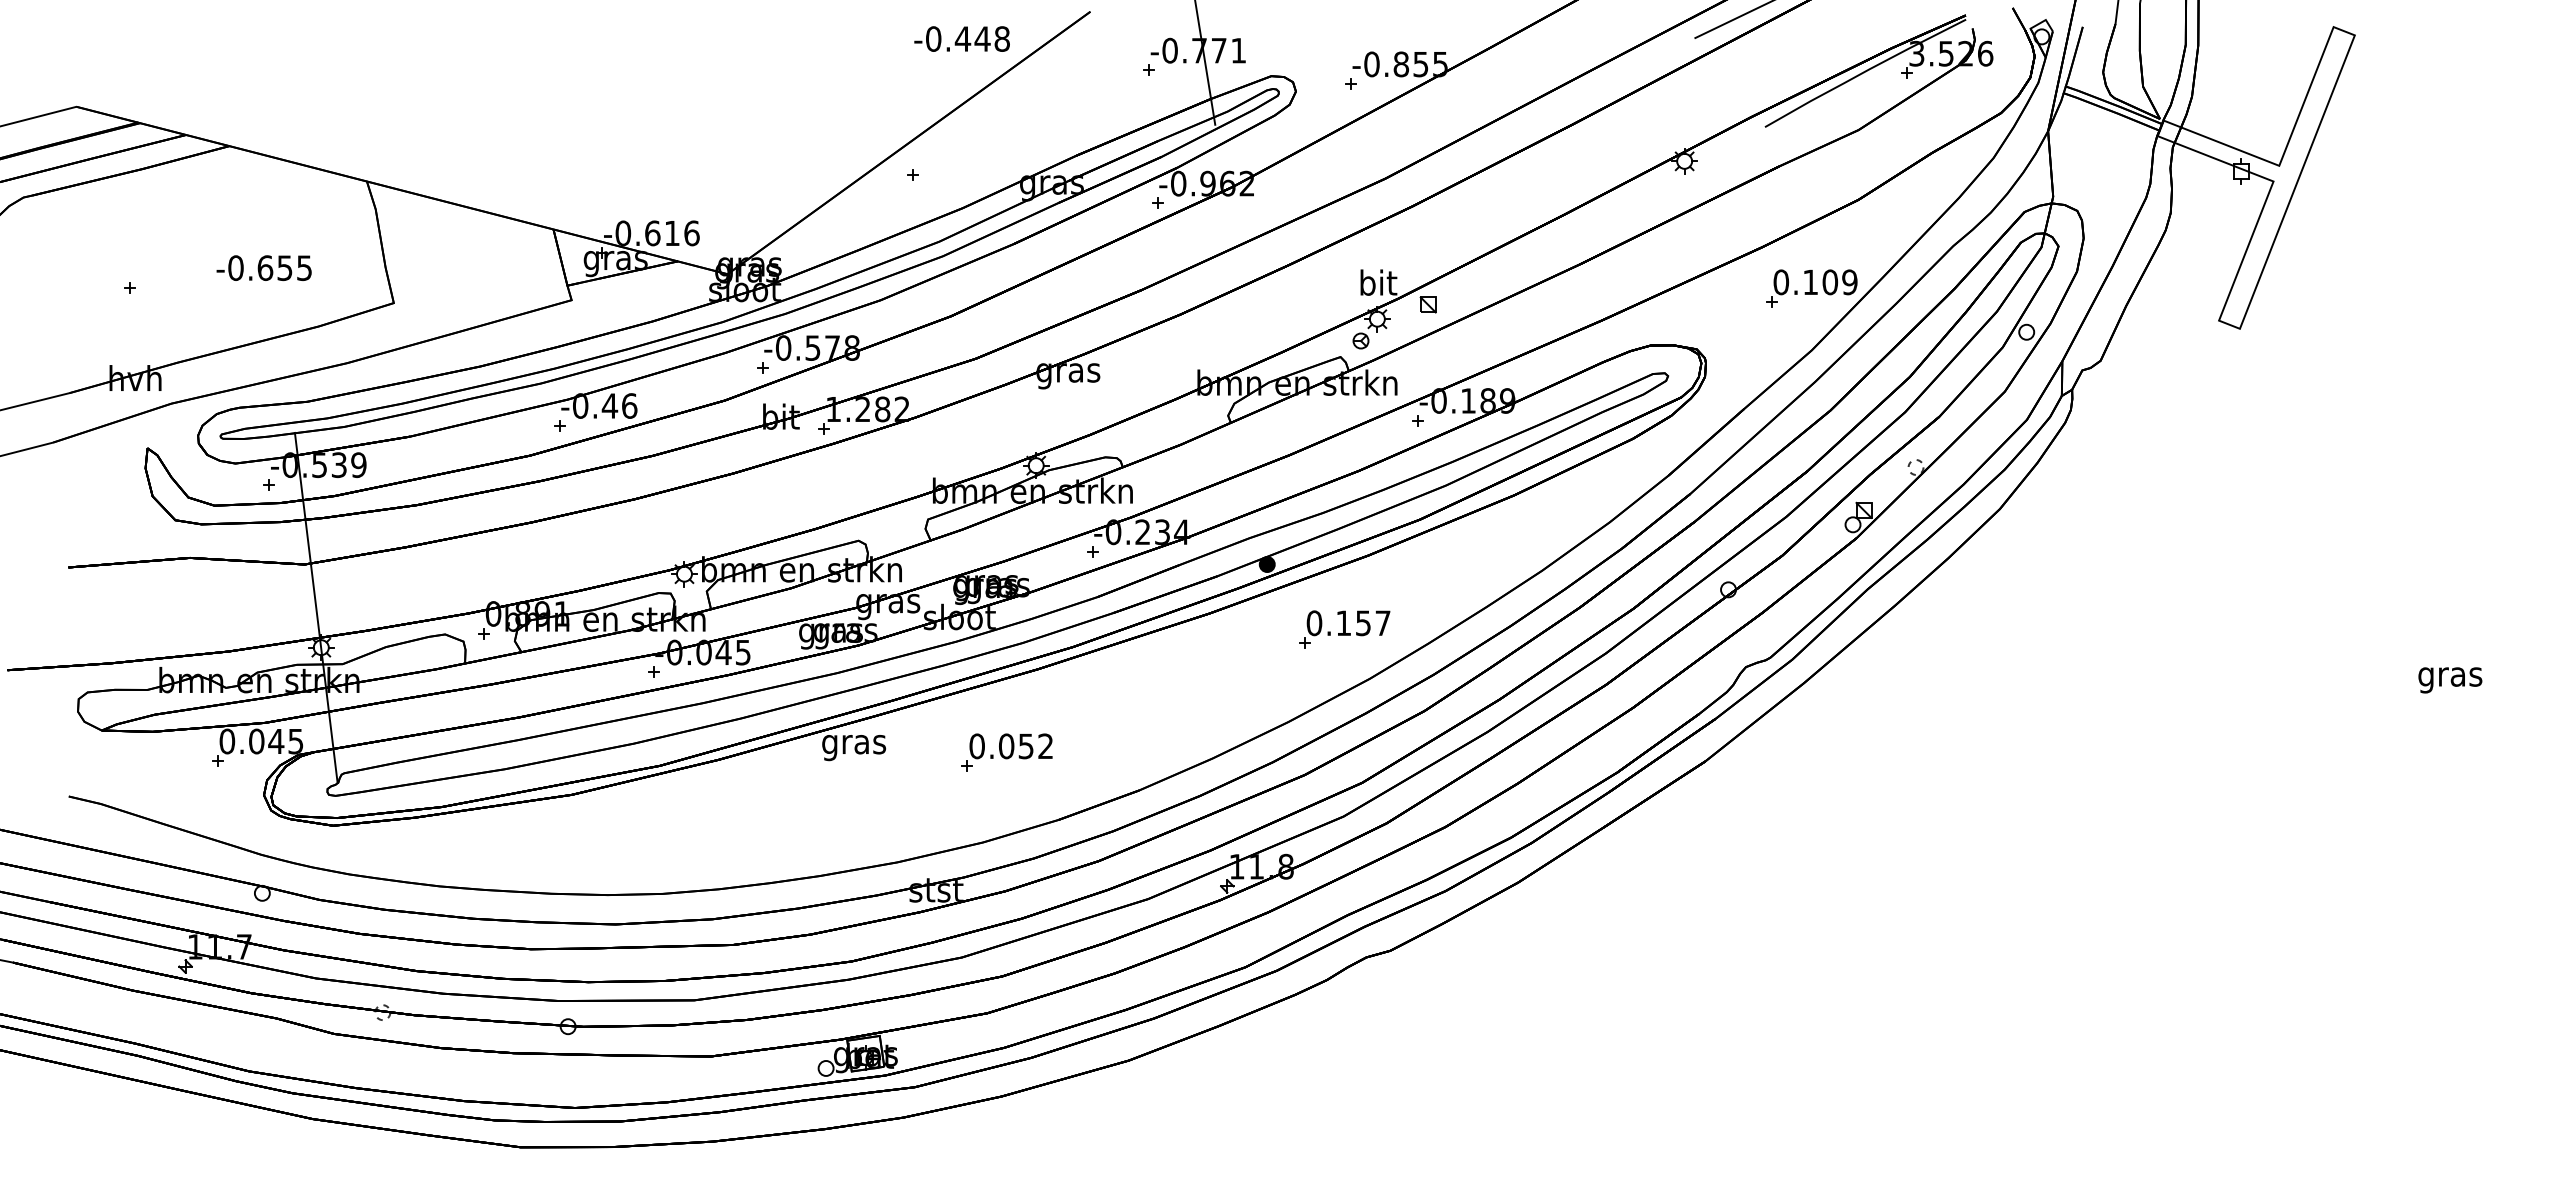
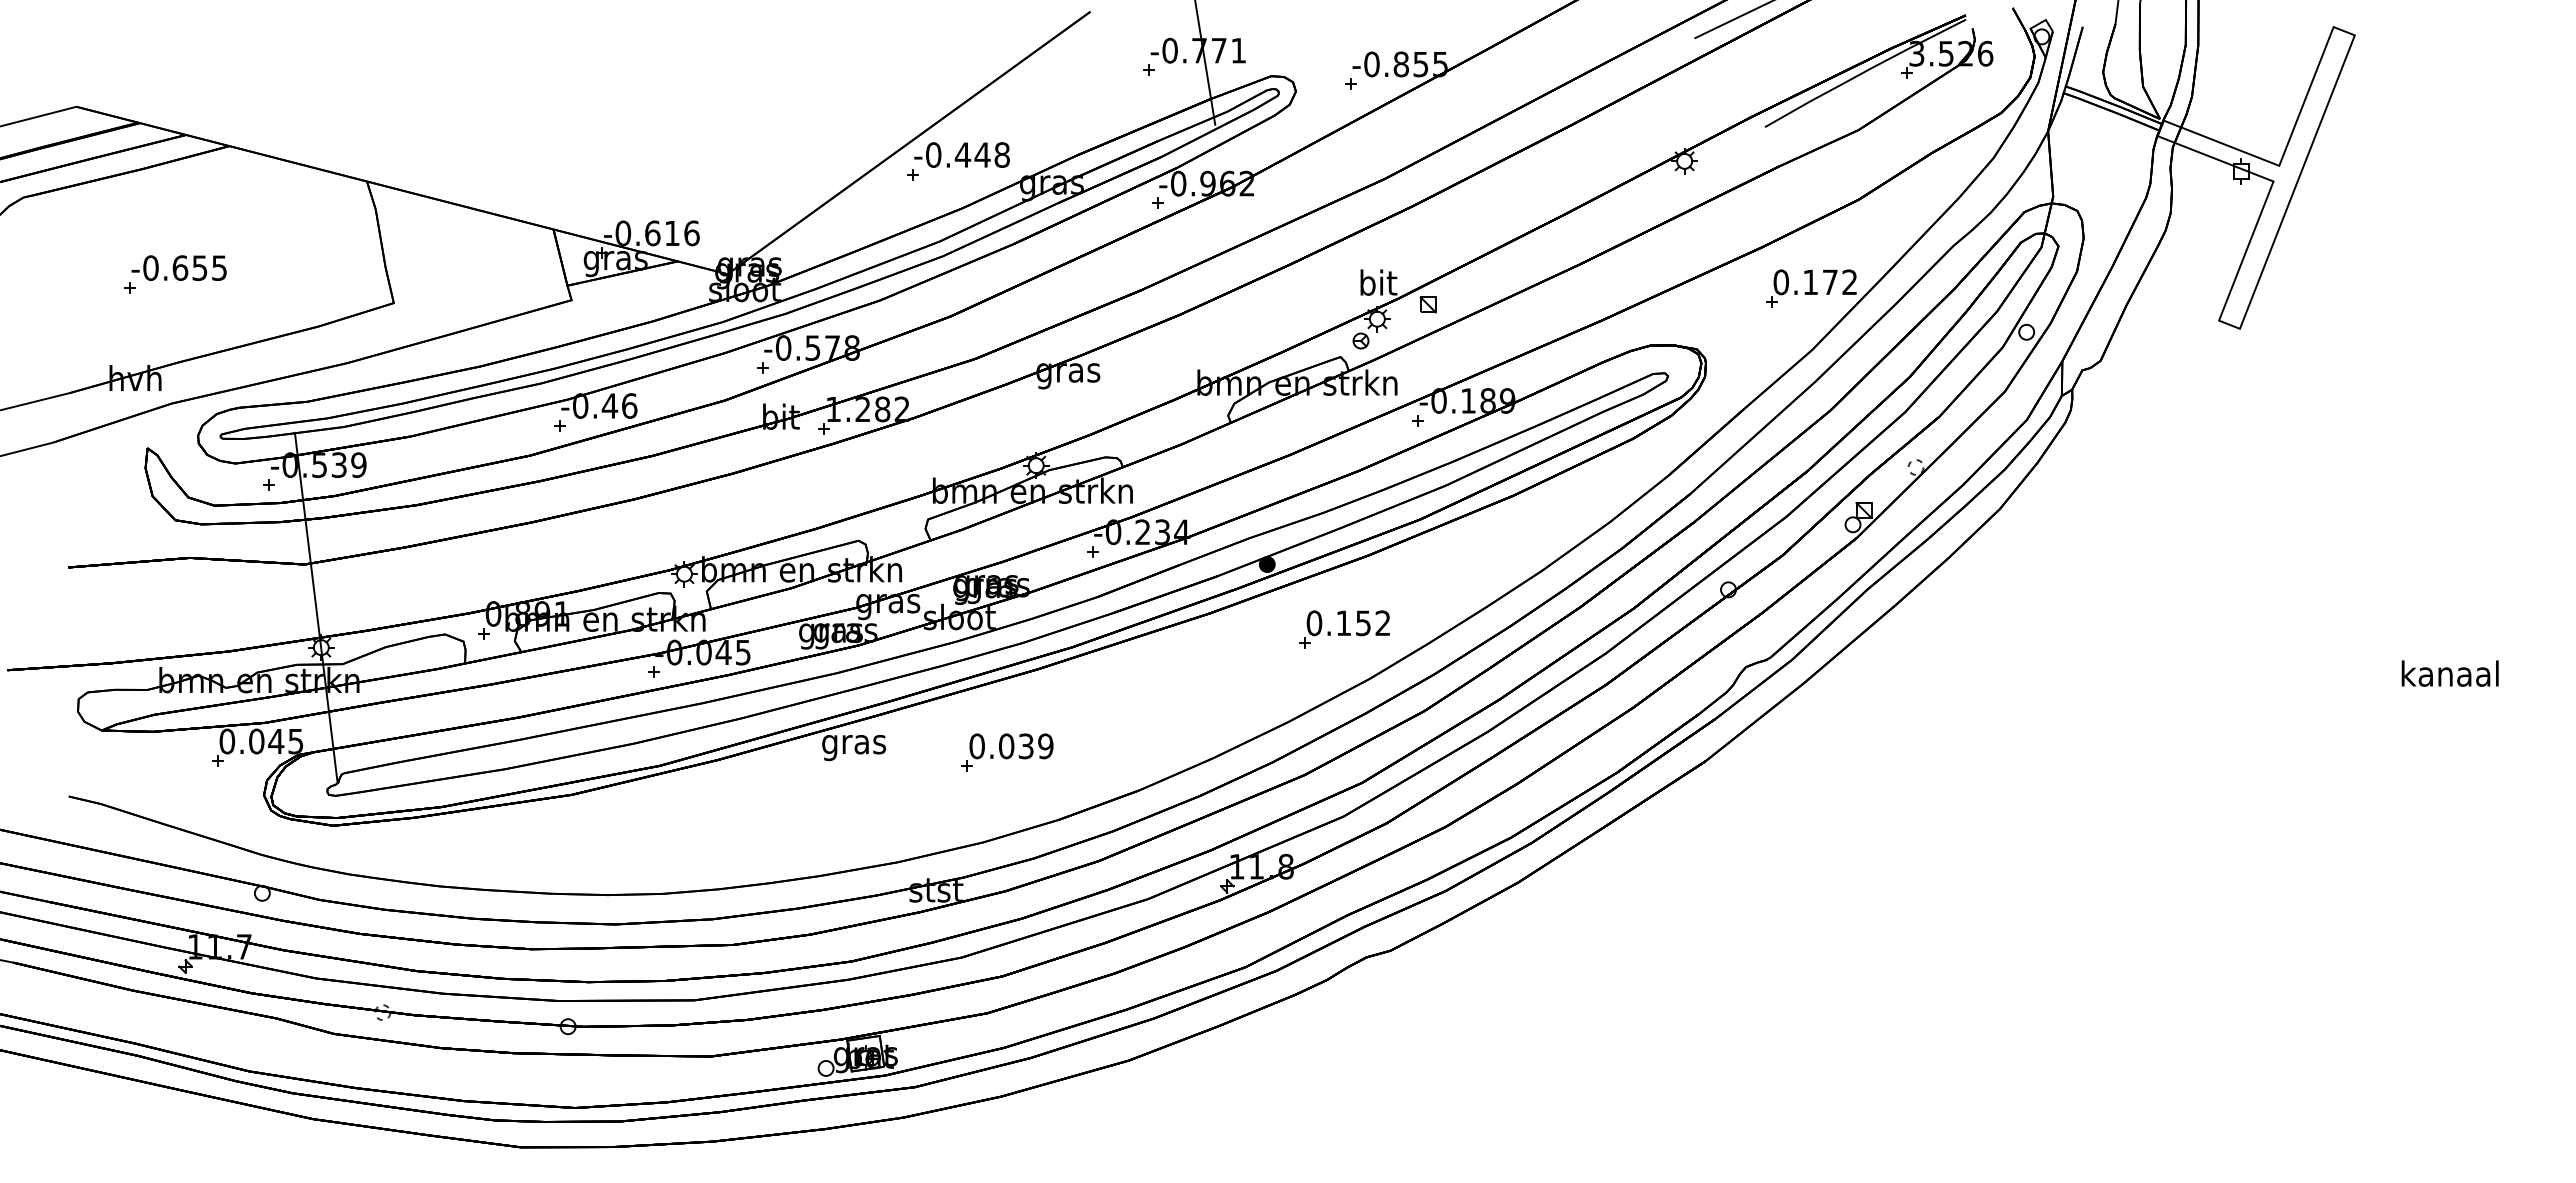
text at (961, 38) position: (961, 38) -> (961, 154)
text at (263, 267) position: (263, 267) -> (178, 267)
text at (1839, 282): 0.109 -> 0.172
text at (1382, 622): 0.157 -> 0.152
text at (2449, 676): gras -> kanaal
text at (1036, 746): 0.052 -> 0.039
